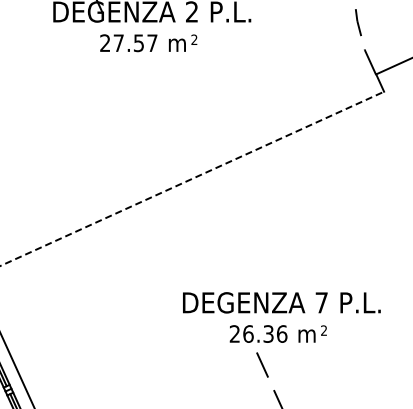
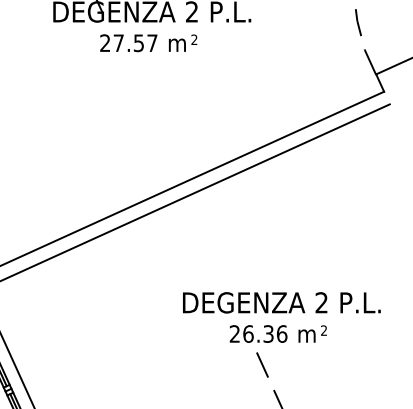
line at (192, 178): dashed -> solid
line at (195, 192): none -> present
text at (321, 302): 7 -> 2
